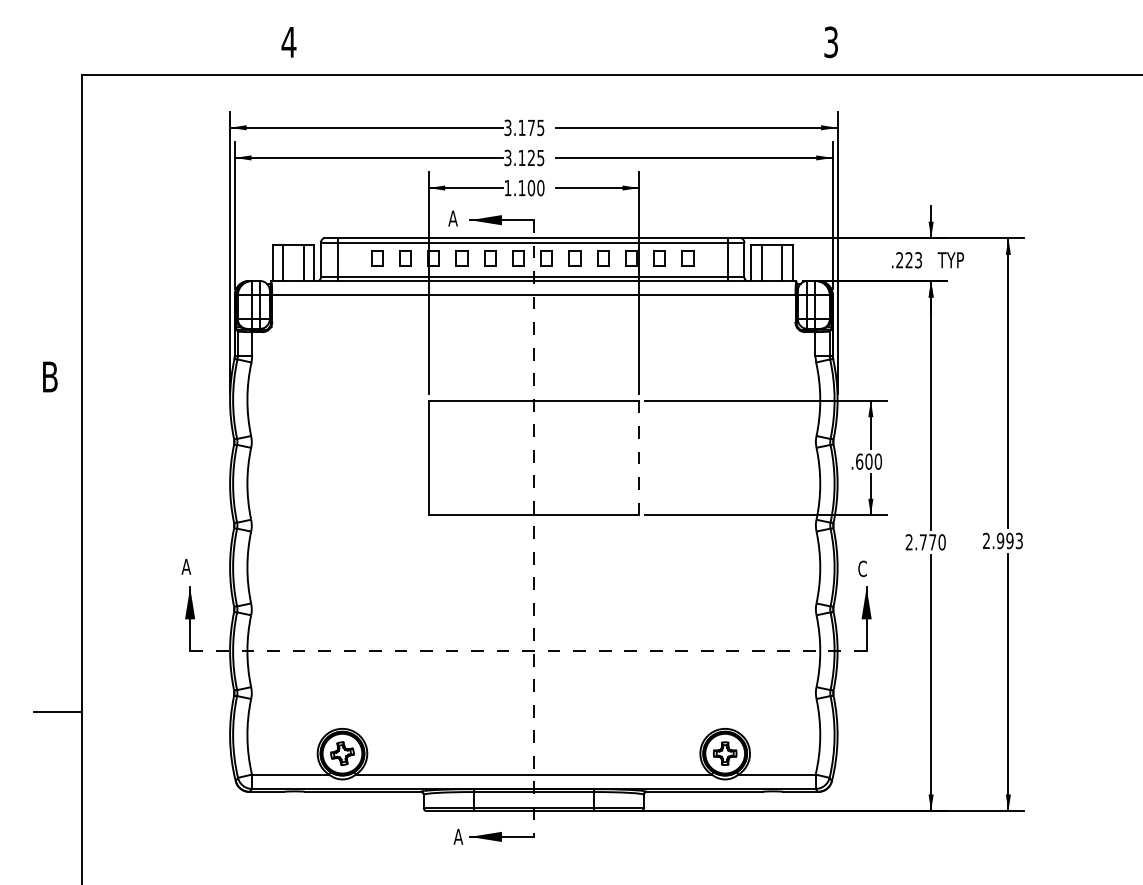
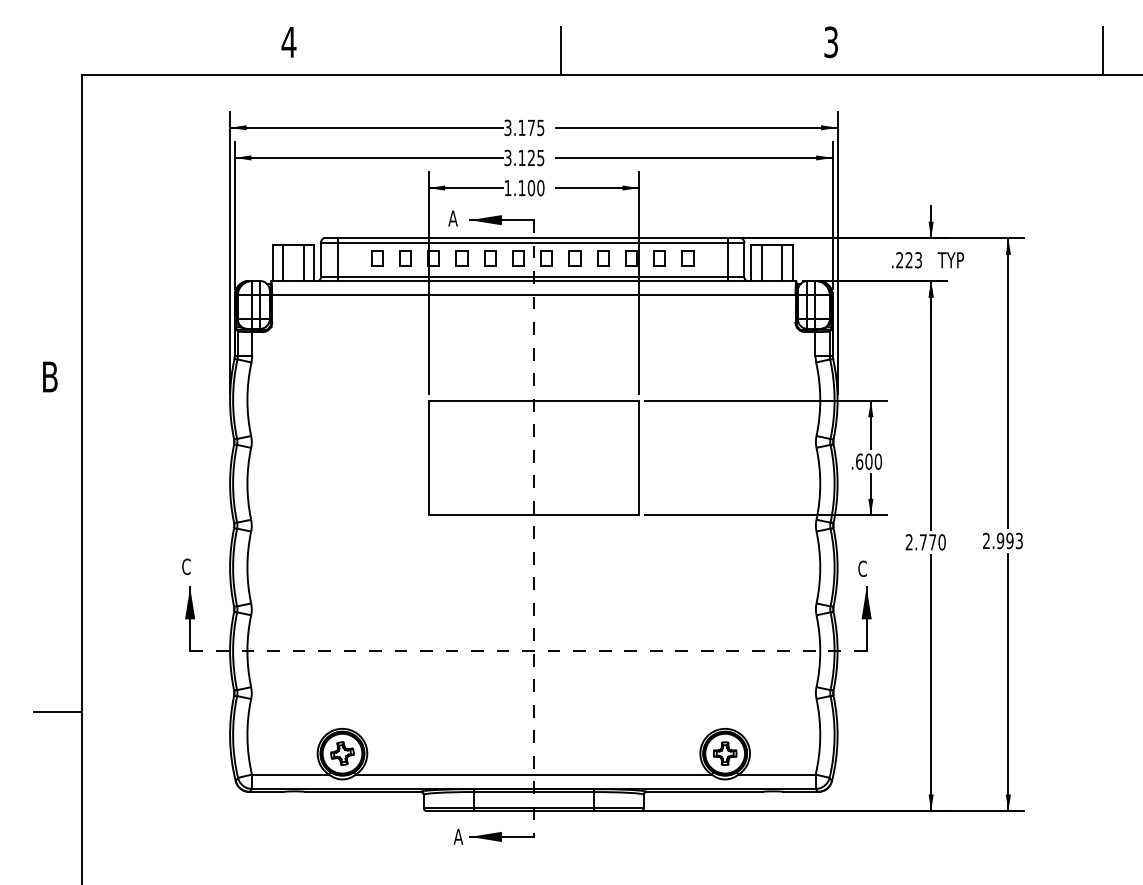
line at (560, 50): none -> present
line at (1102, 50): none -> present
line at (639, 457): dashed -> solid
text at (186, 566): A -> C
